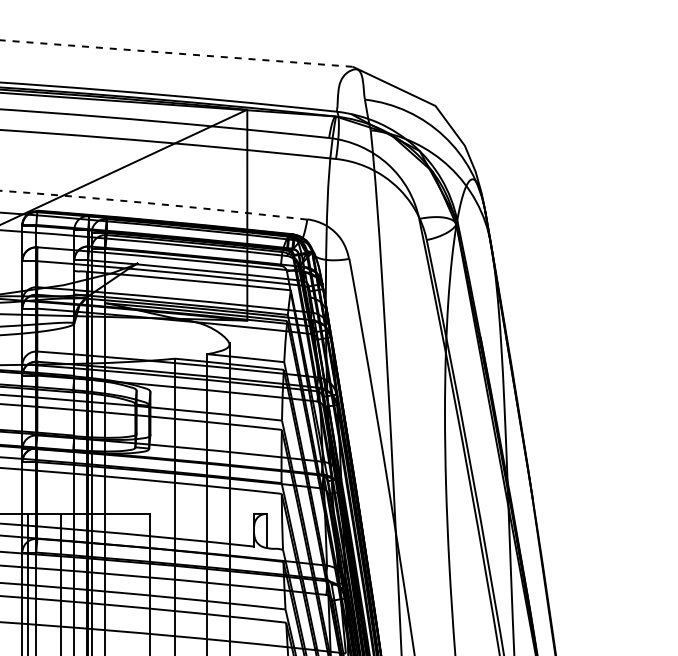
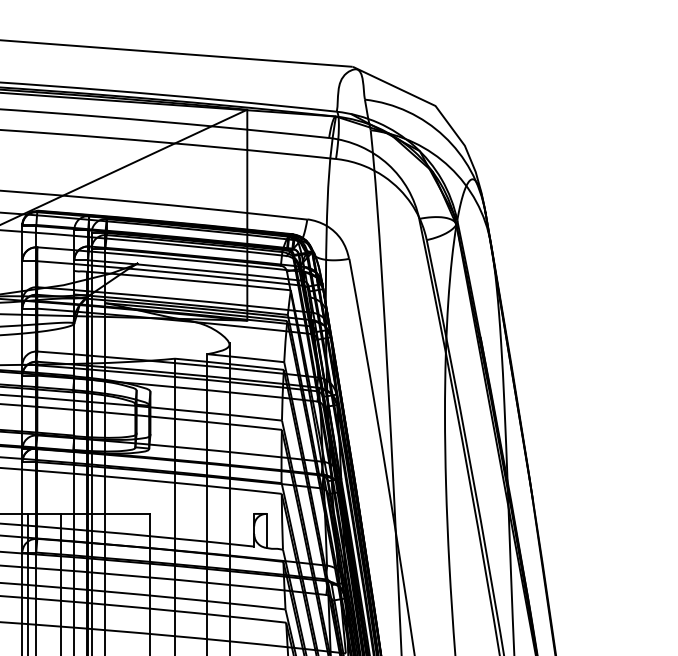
line at (176, 53): dashed -> solid
arc at (152, 203): dashed -> solid
